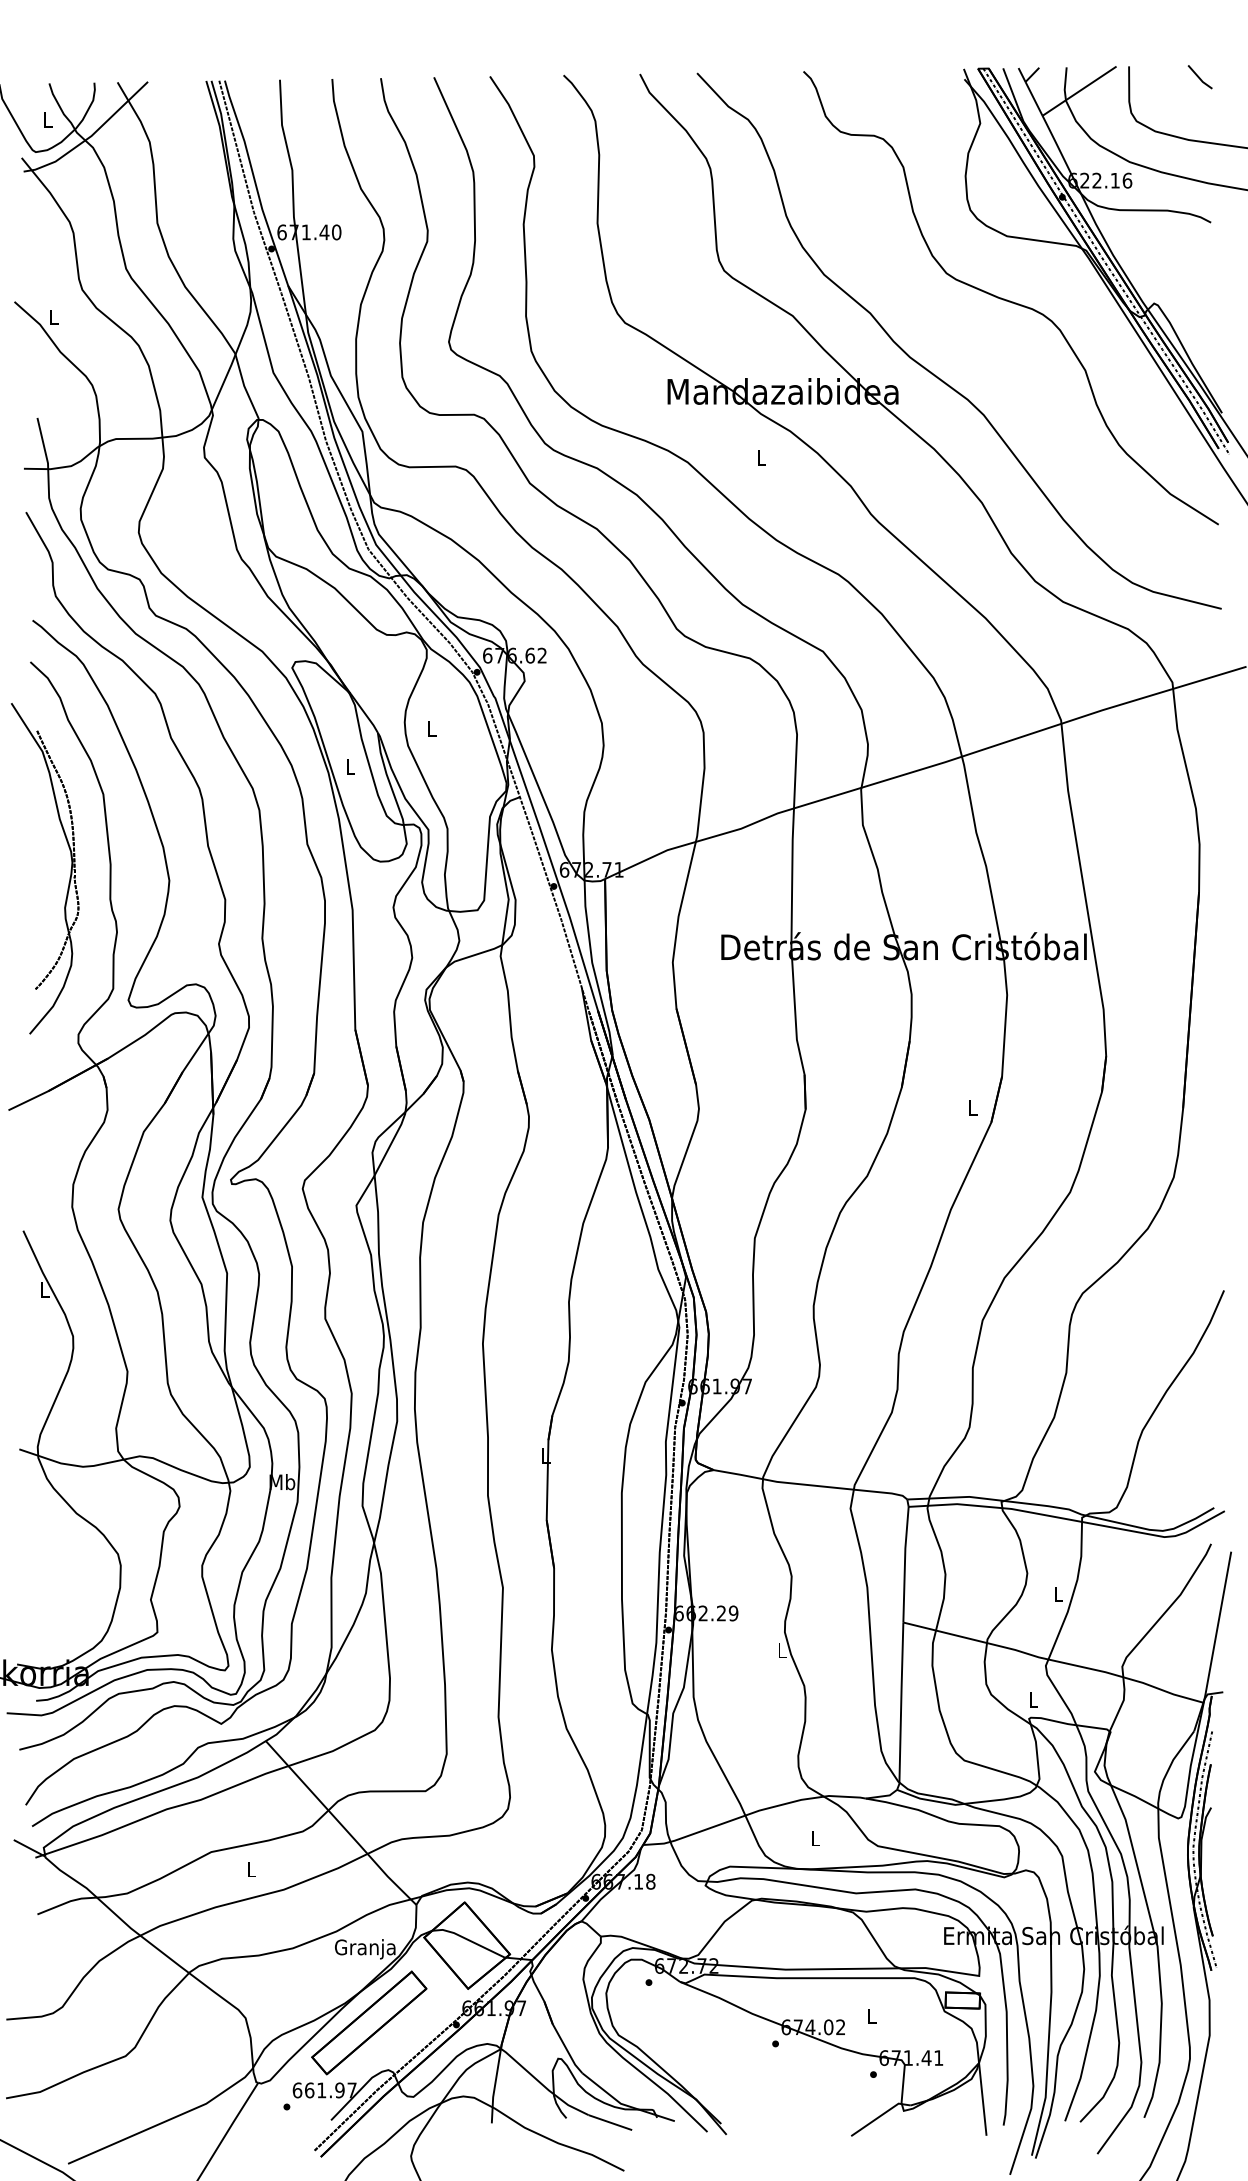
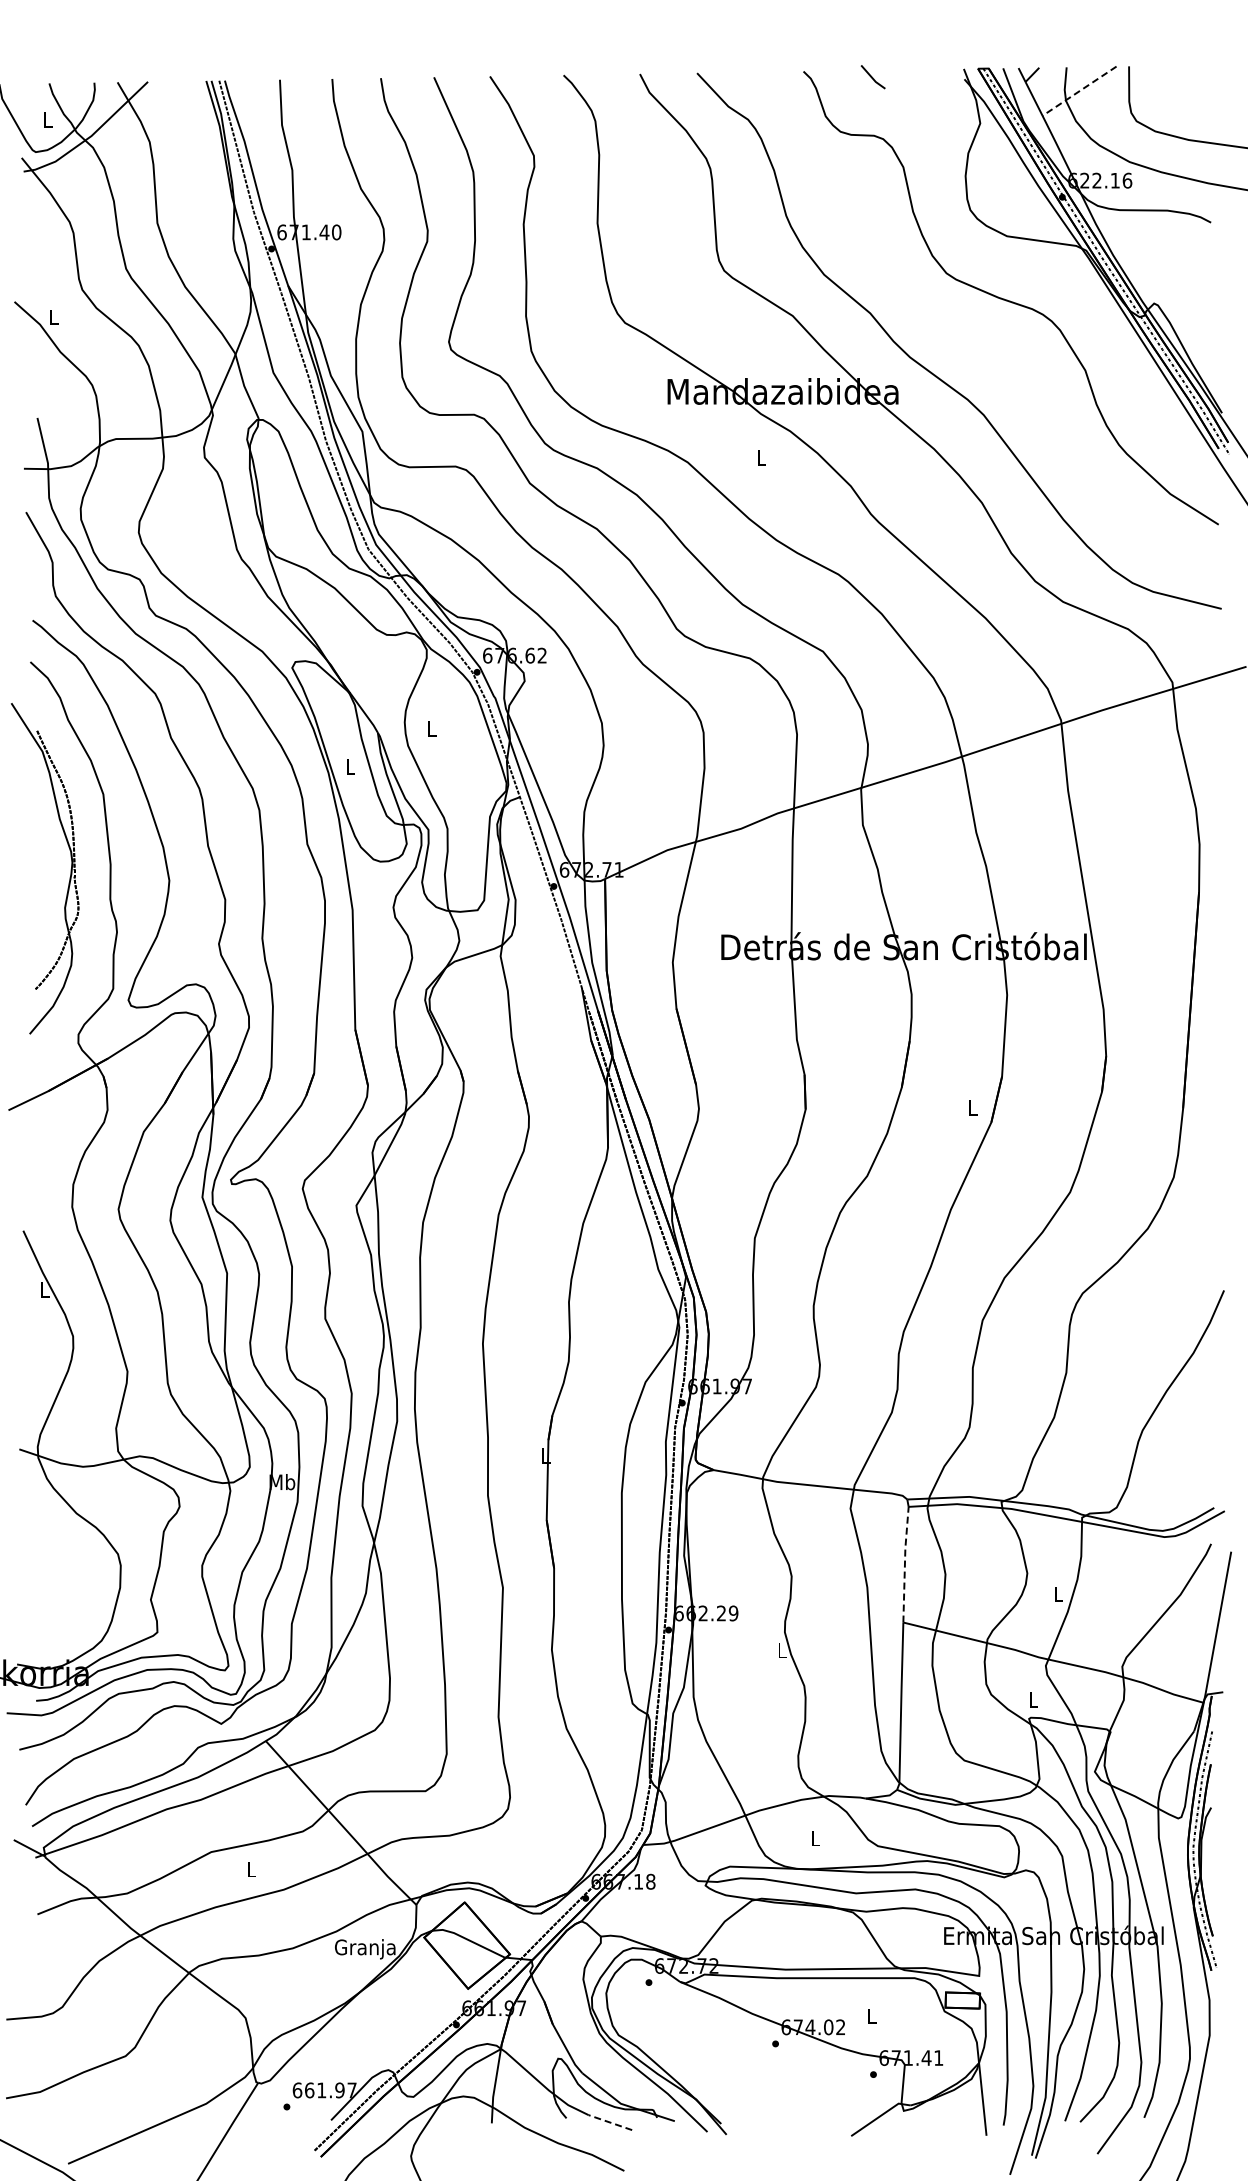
line at (1199, 77) position: (1199, 77) -> (872, 77)
line at (1079, 91): solid -> dashed
line at (904, 1564): solid -> dashed
part at (369, 2022): present -> none
line at (609, 2122): solid -> dashed
